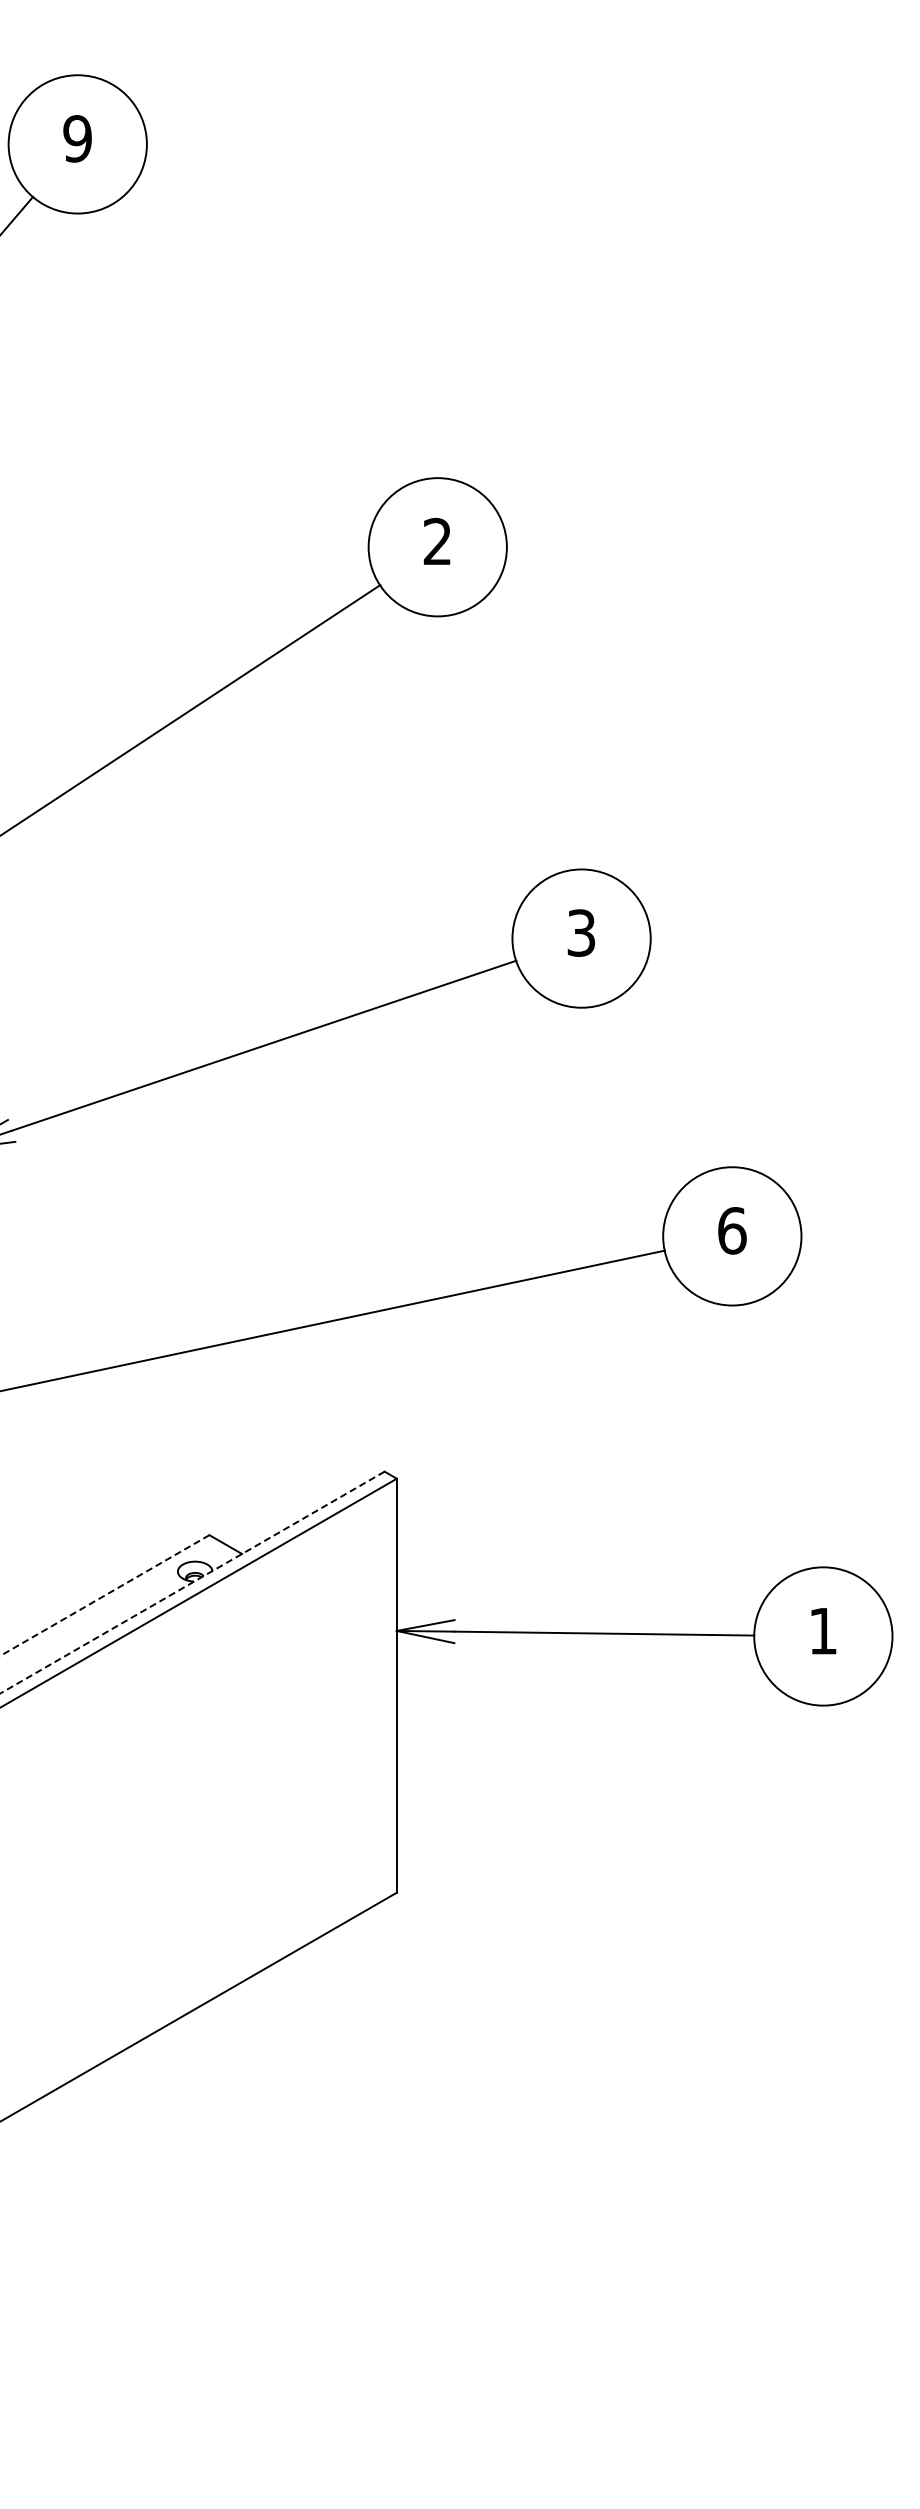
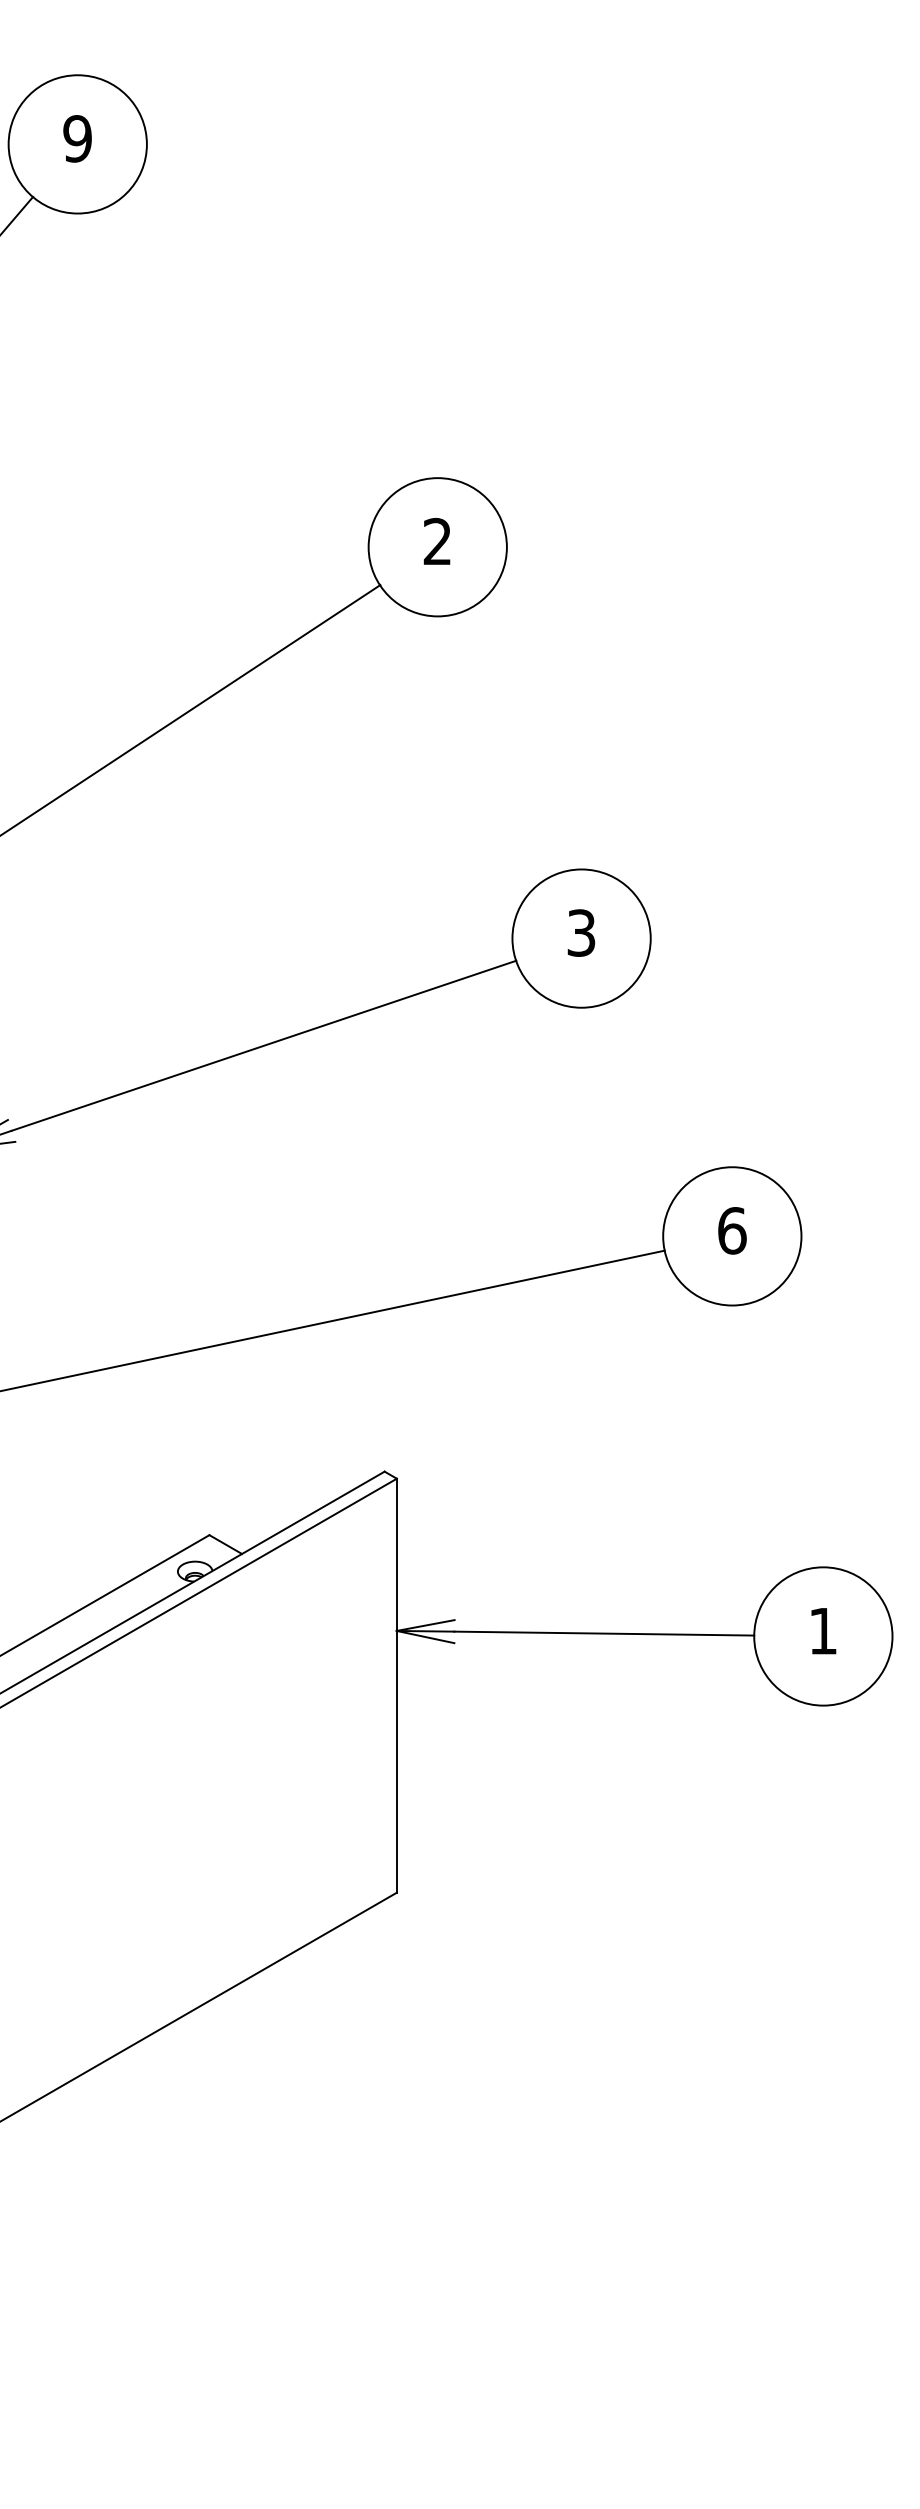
line at (192, 1582): dashed -> solid
line at (104, 1595): dashed -> solid
